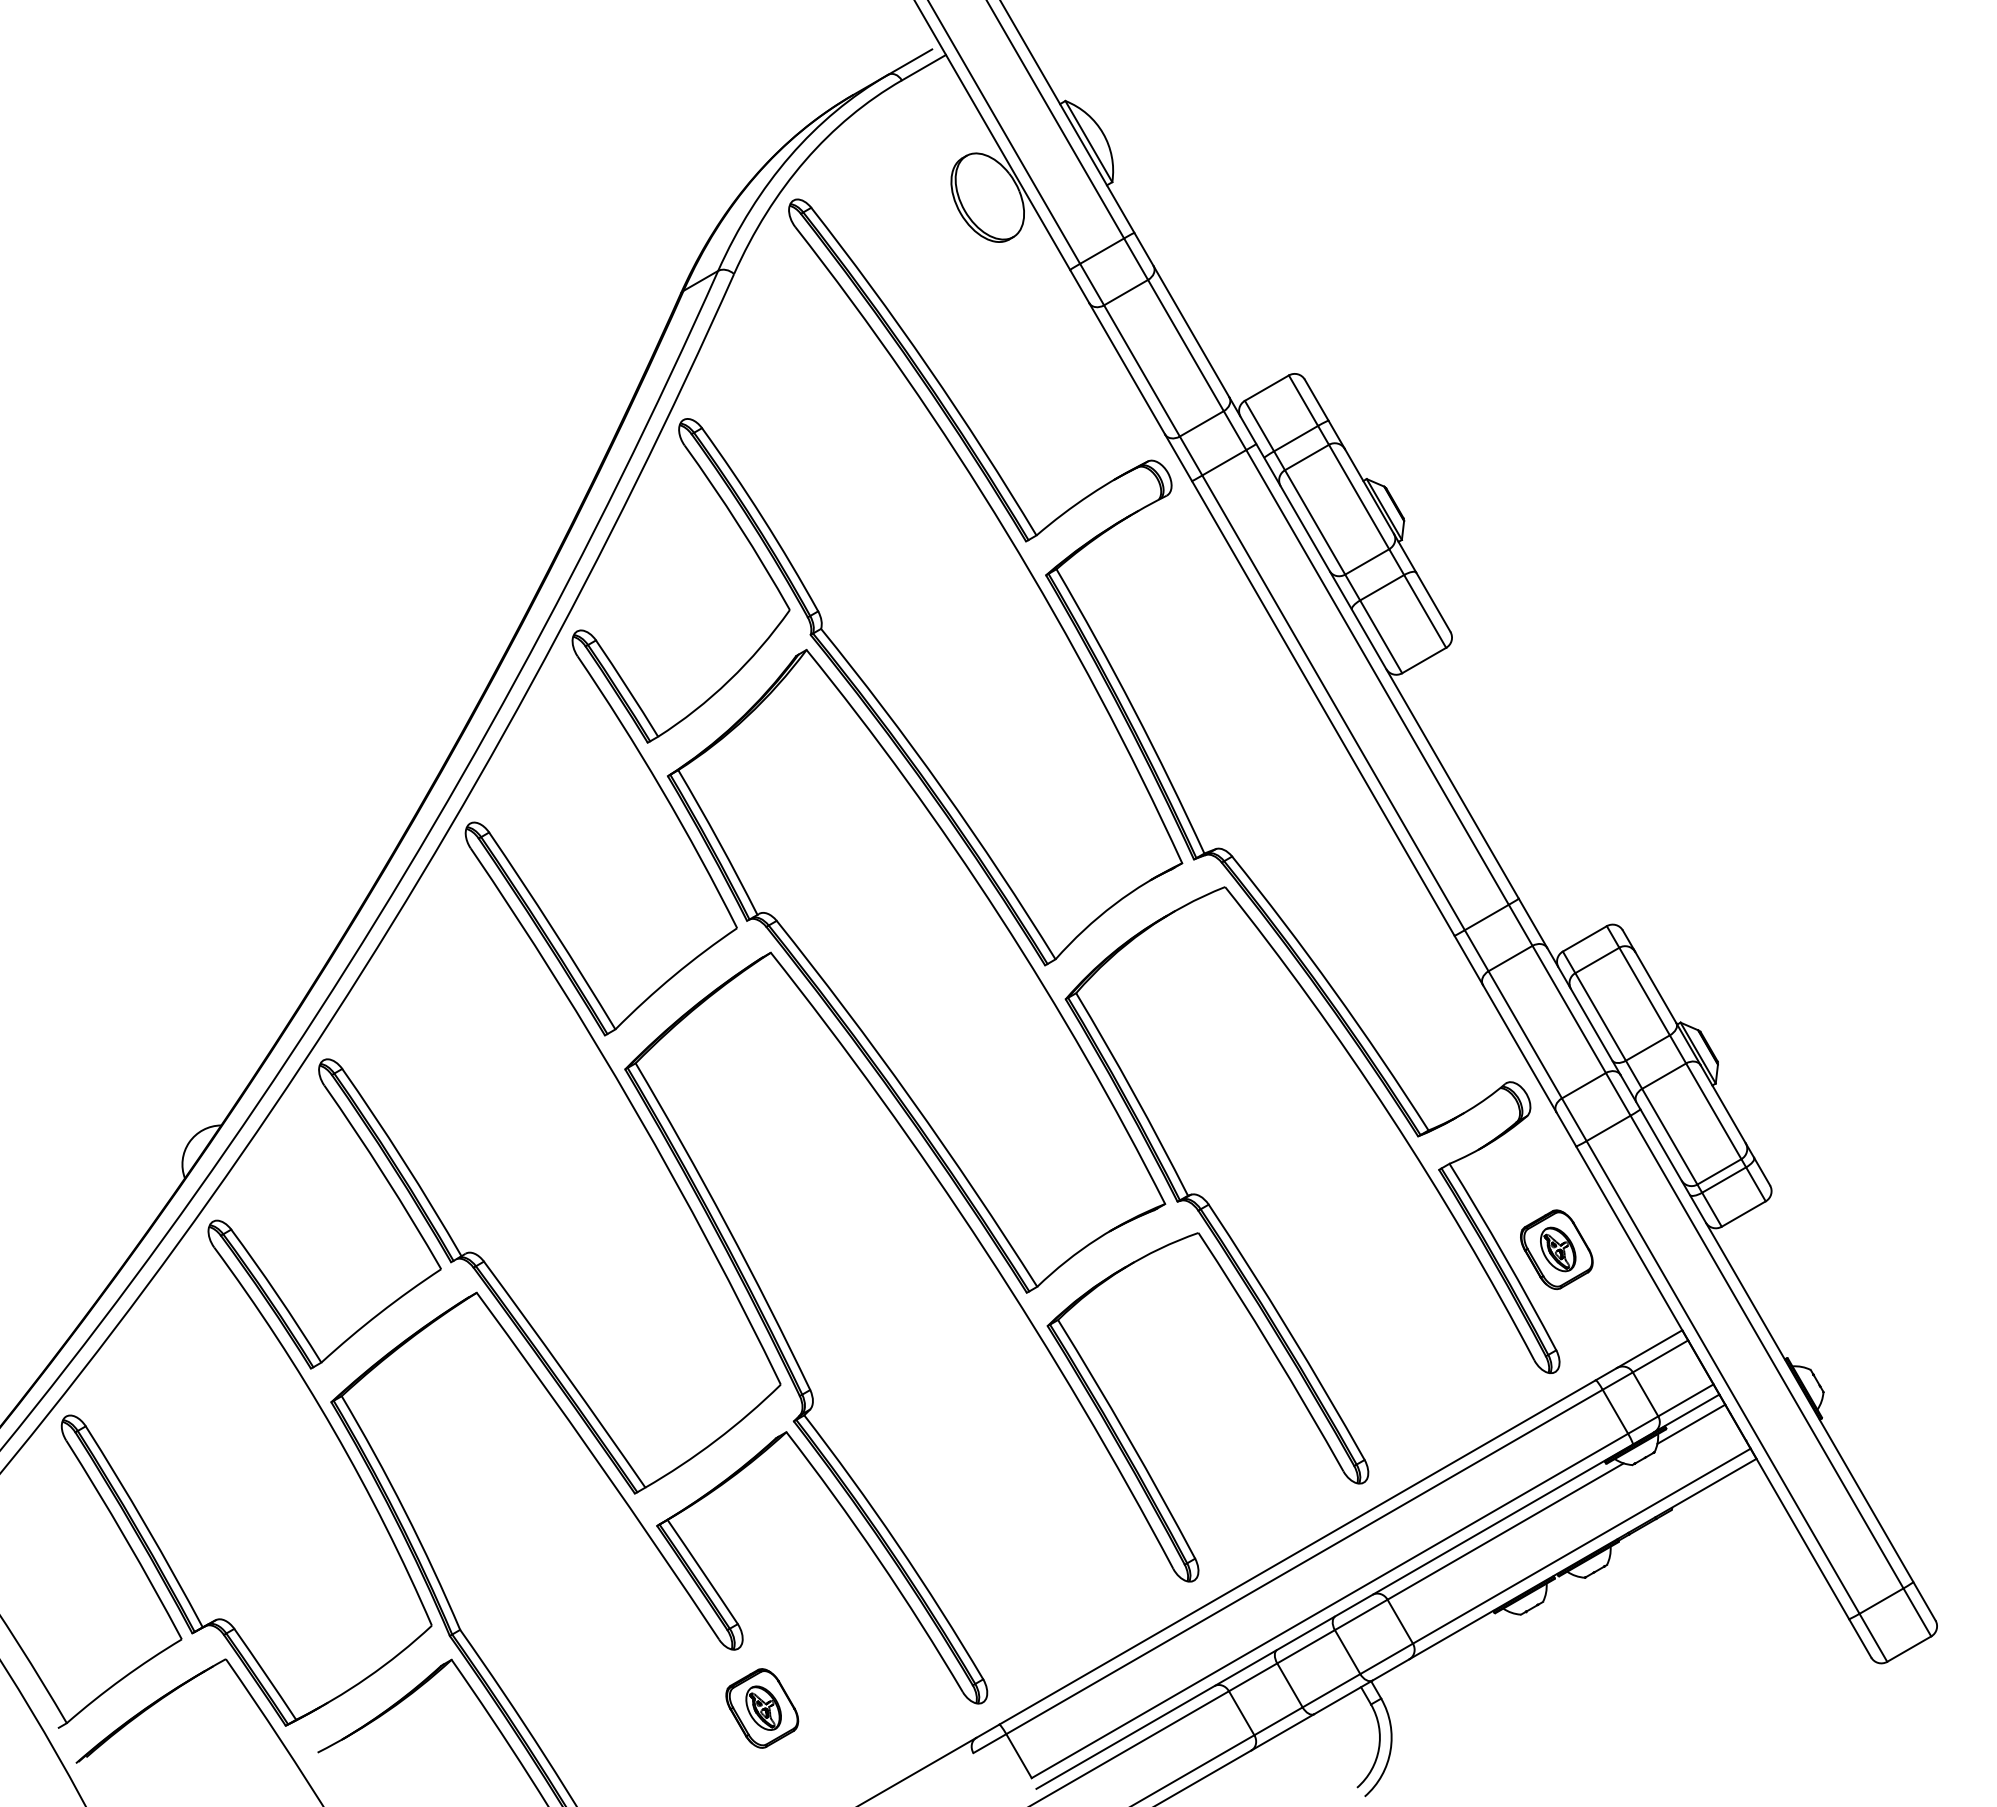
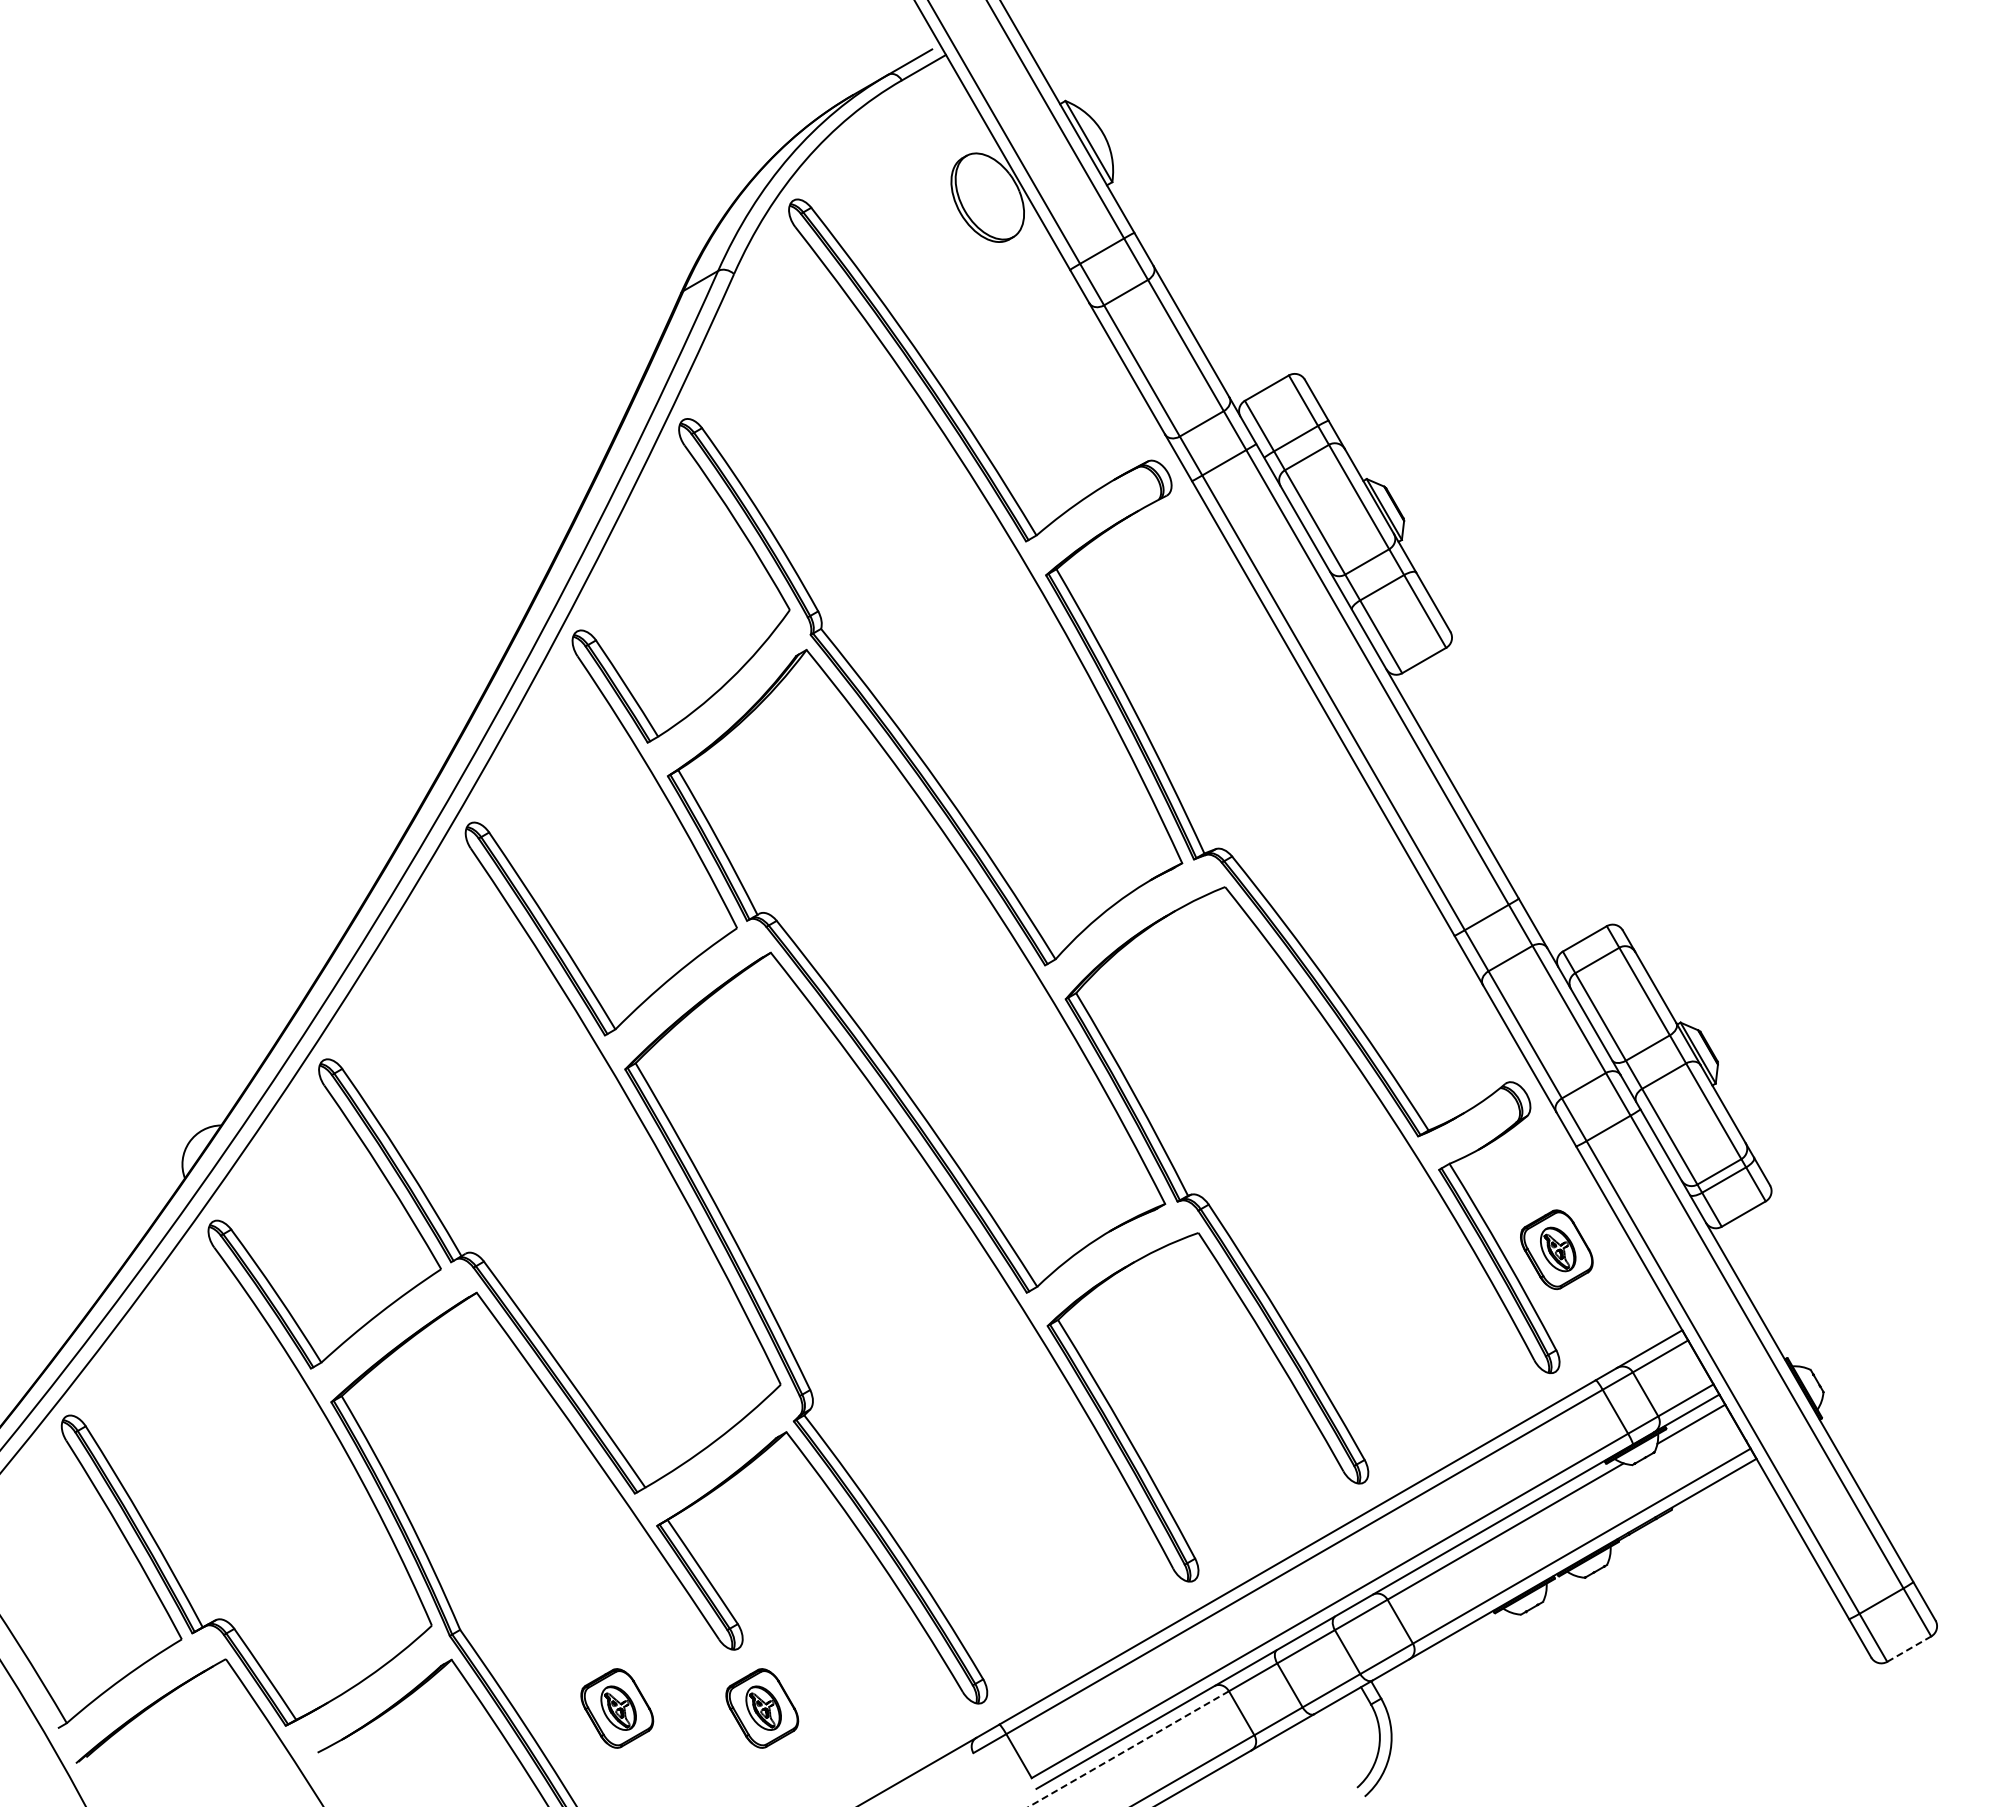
line at (1909, 1648): solid -> dashed
part at (617, 1708): none -> present
line at (1128, 1749): solid -> dashed
